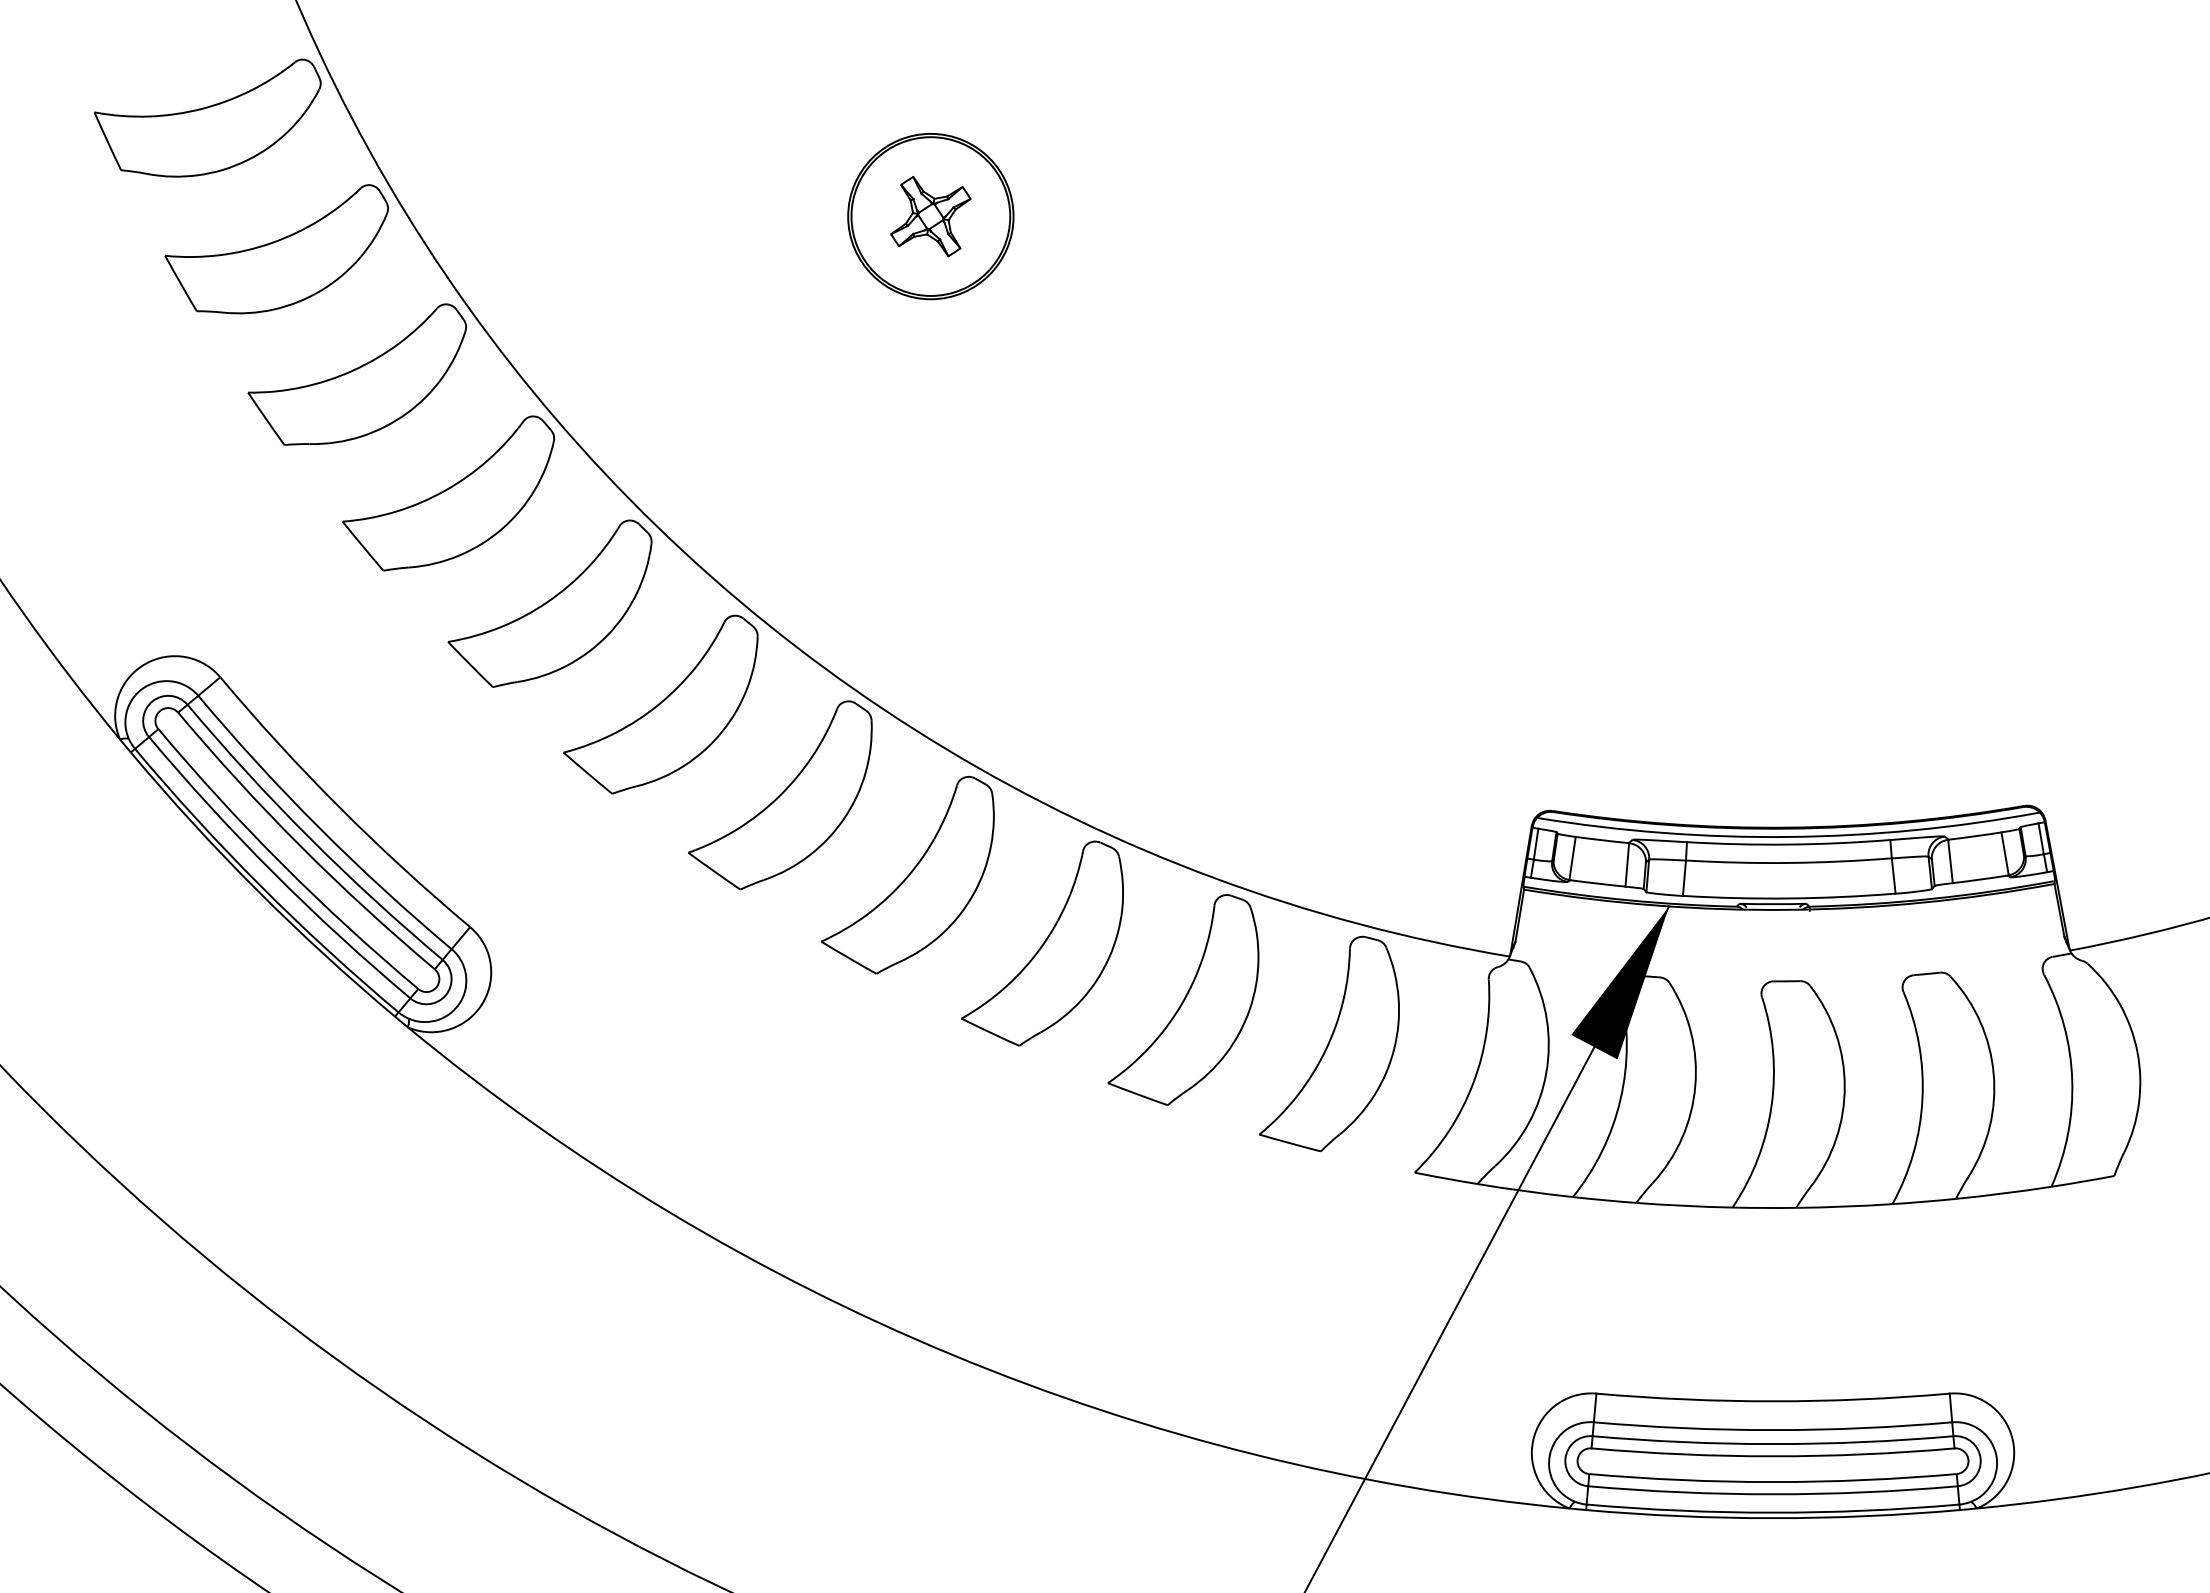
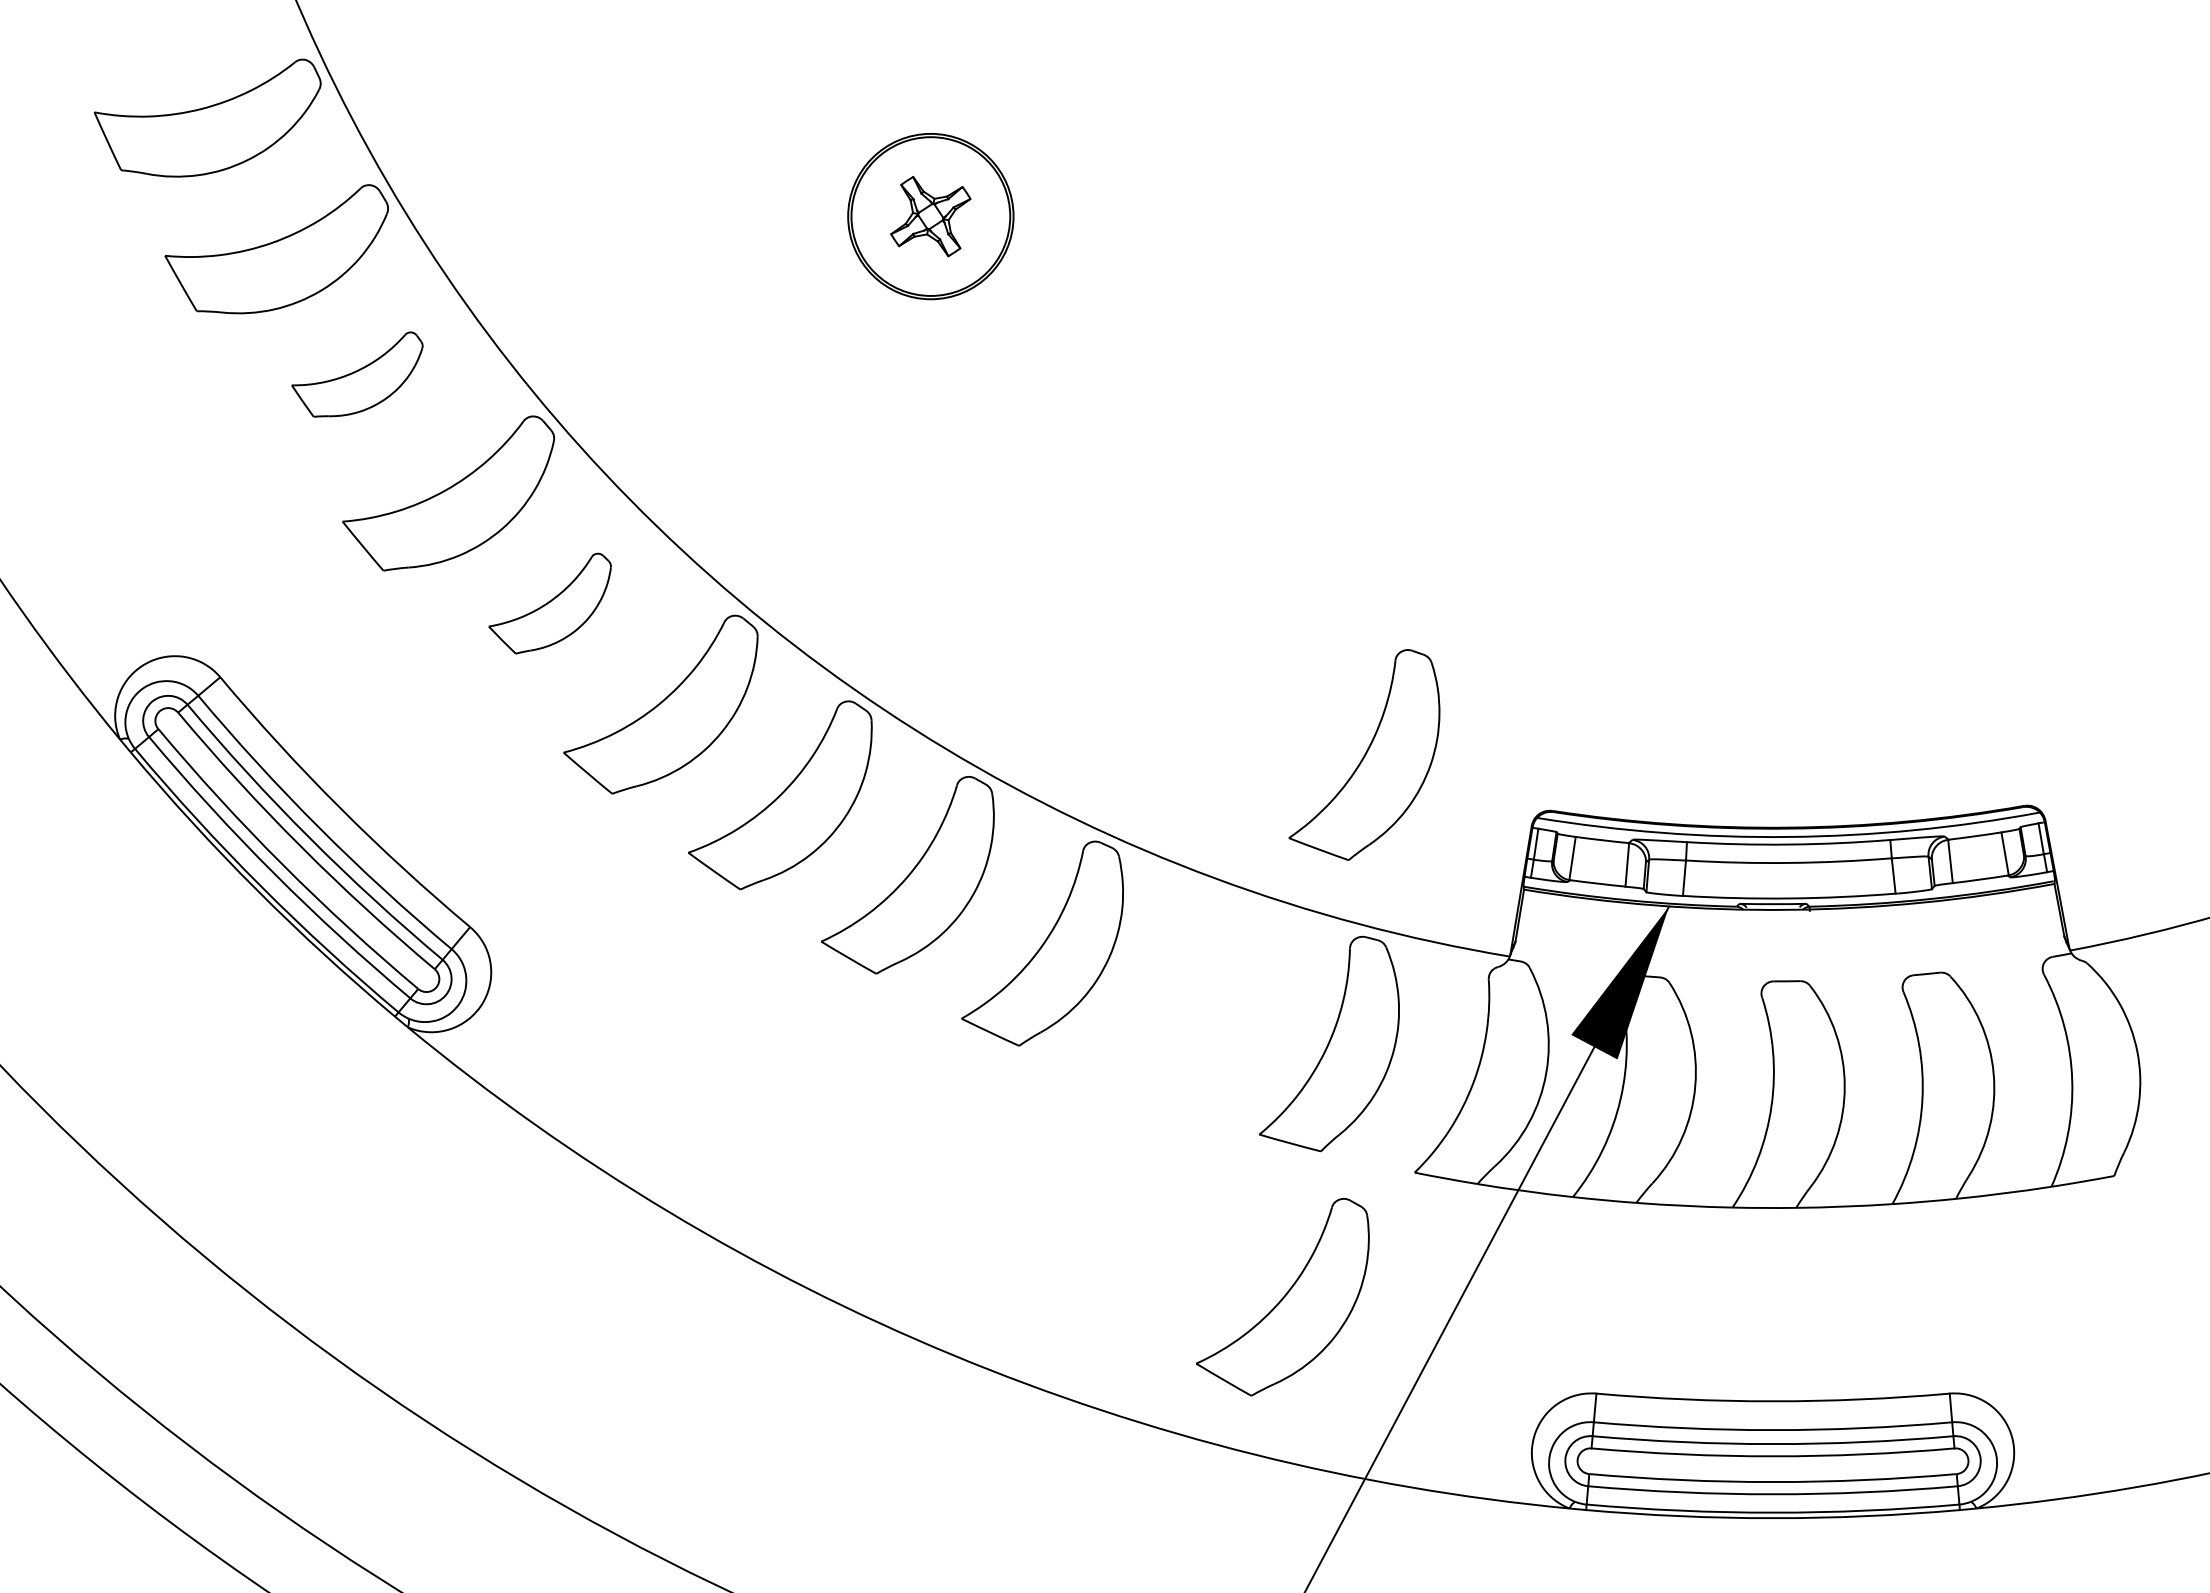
part at (357, 374) size: 221x143 px -> 133x87 px
part at (549, 603) size: 206x169 px -> 124x103 px
part at (1183, 999) position: (1183, 999) -> (1364, 754)
part at (1282, 1297): none -> present
